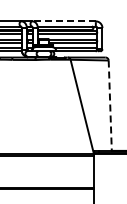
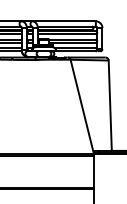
line at (64, 21): dashed -> solid
line at (110, 106): dashed -> solid
